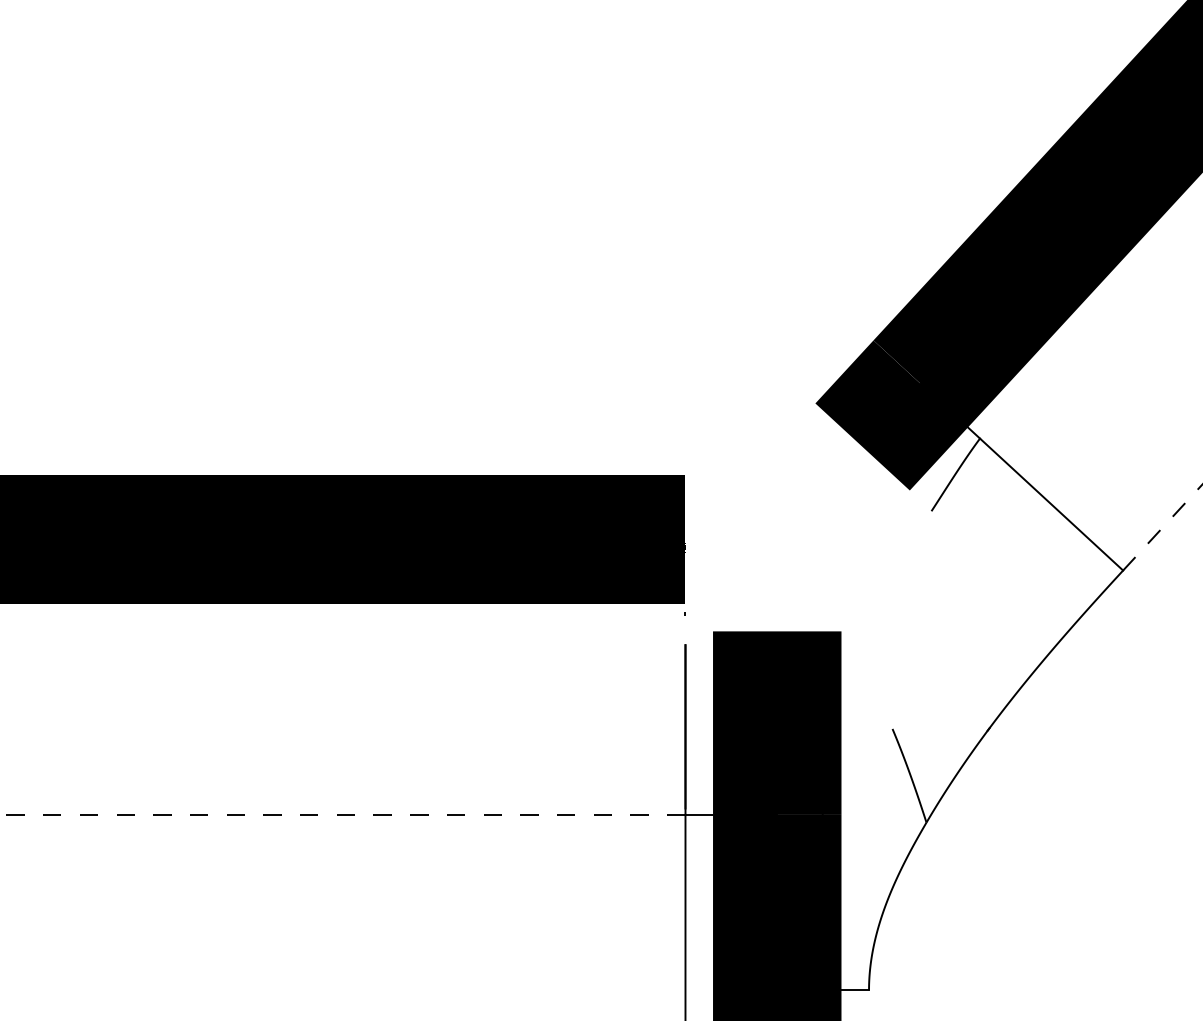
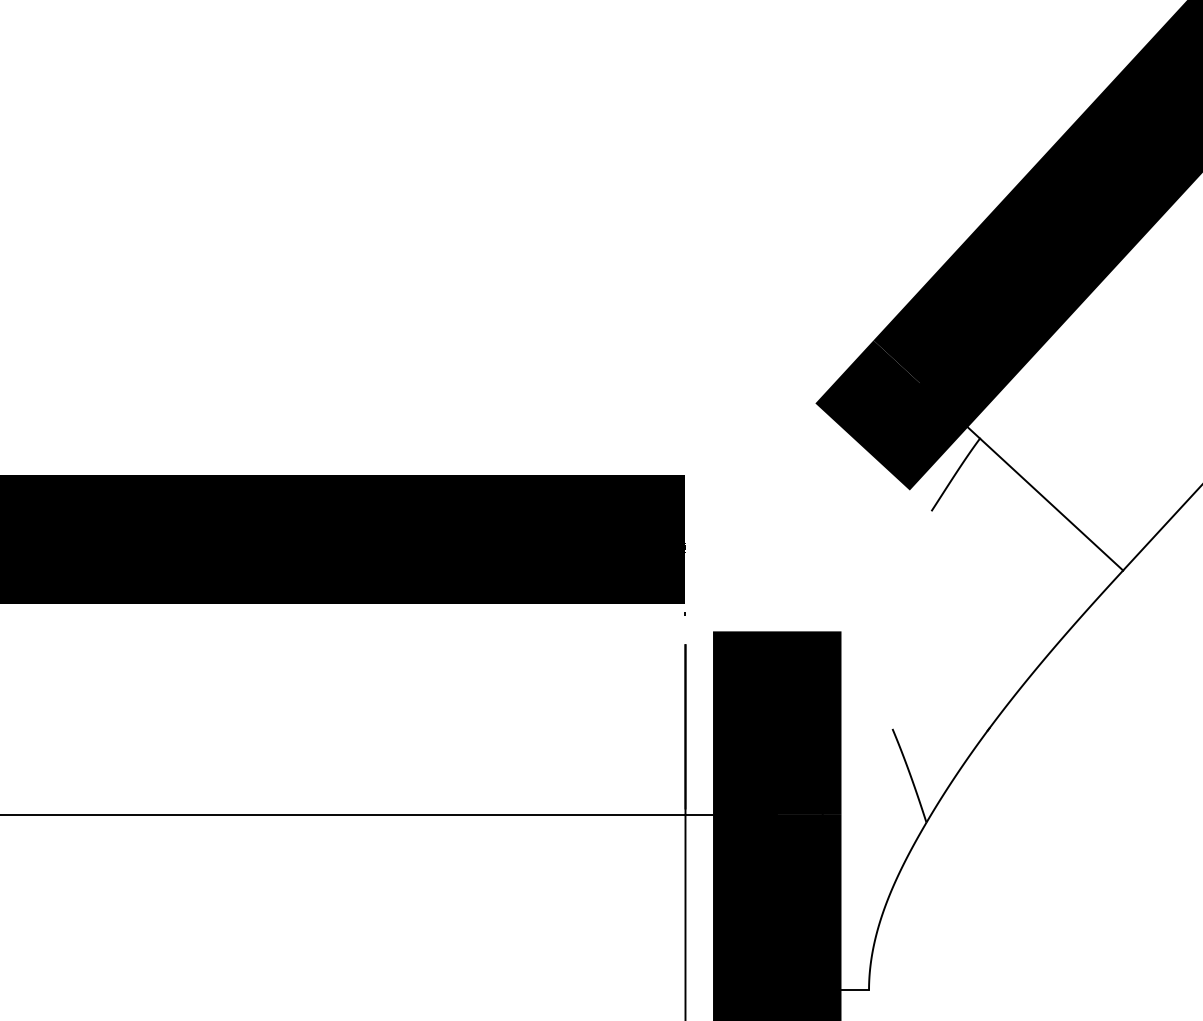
line at (1162, 527): dashed -> solid
line at (343, 814): dashed -> solid
